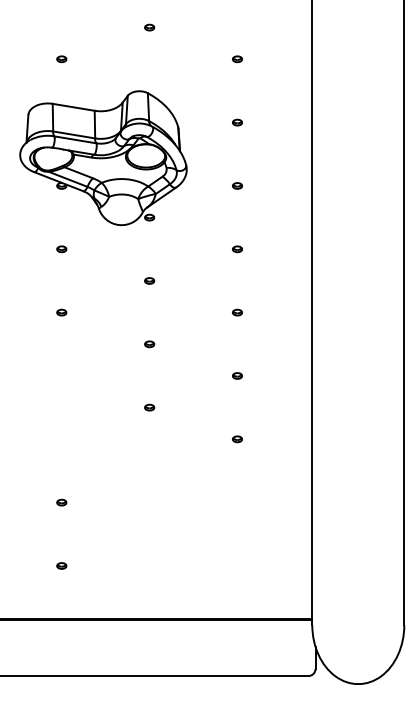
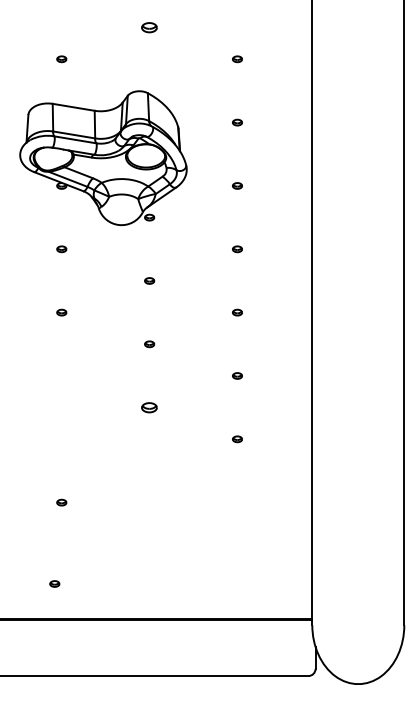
part at (149, 27) size: 12x9 px -> 17x12 px
part at (149, 407) size: 12x9 px -> 17x12 px
part at (61, 565) position: (61, 565) -> (54, 583)
